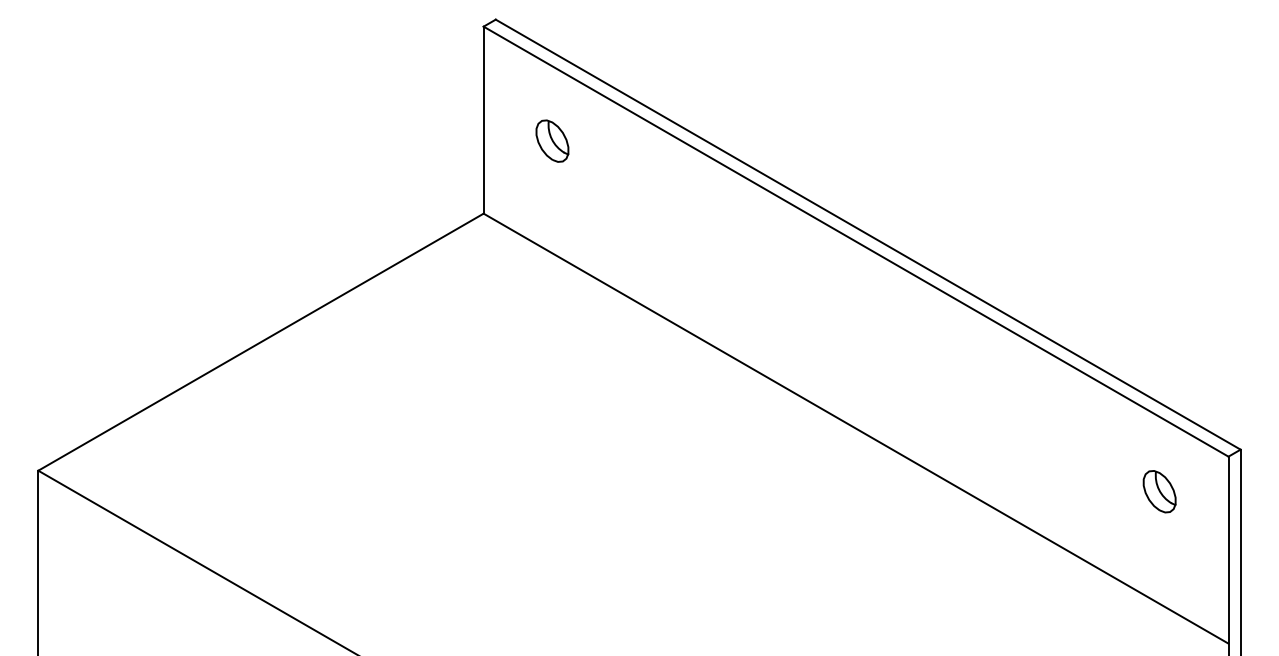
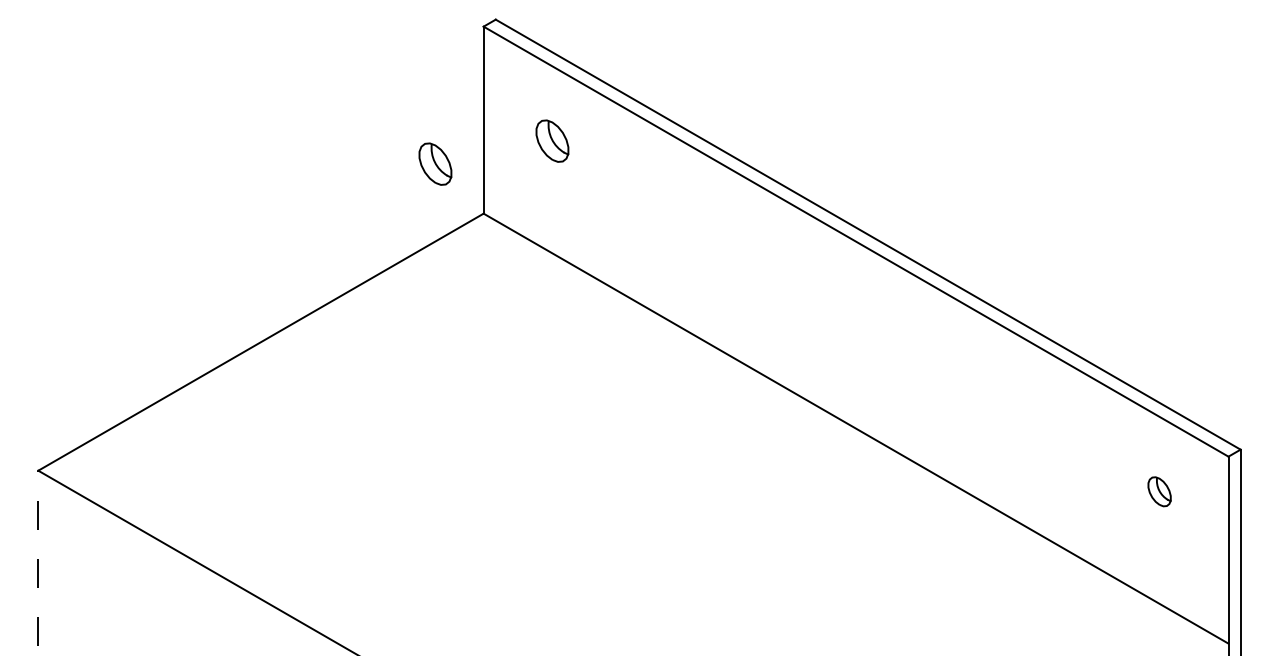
part at (435, 163): none -> present
part at (1159, 491) size: 35x44 px -> 25x32 px
line at (38, 562): solid -> dashed
